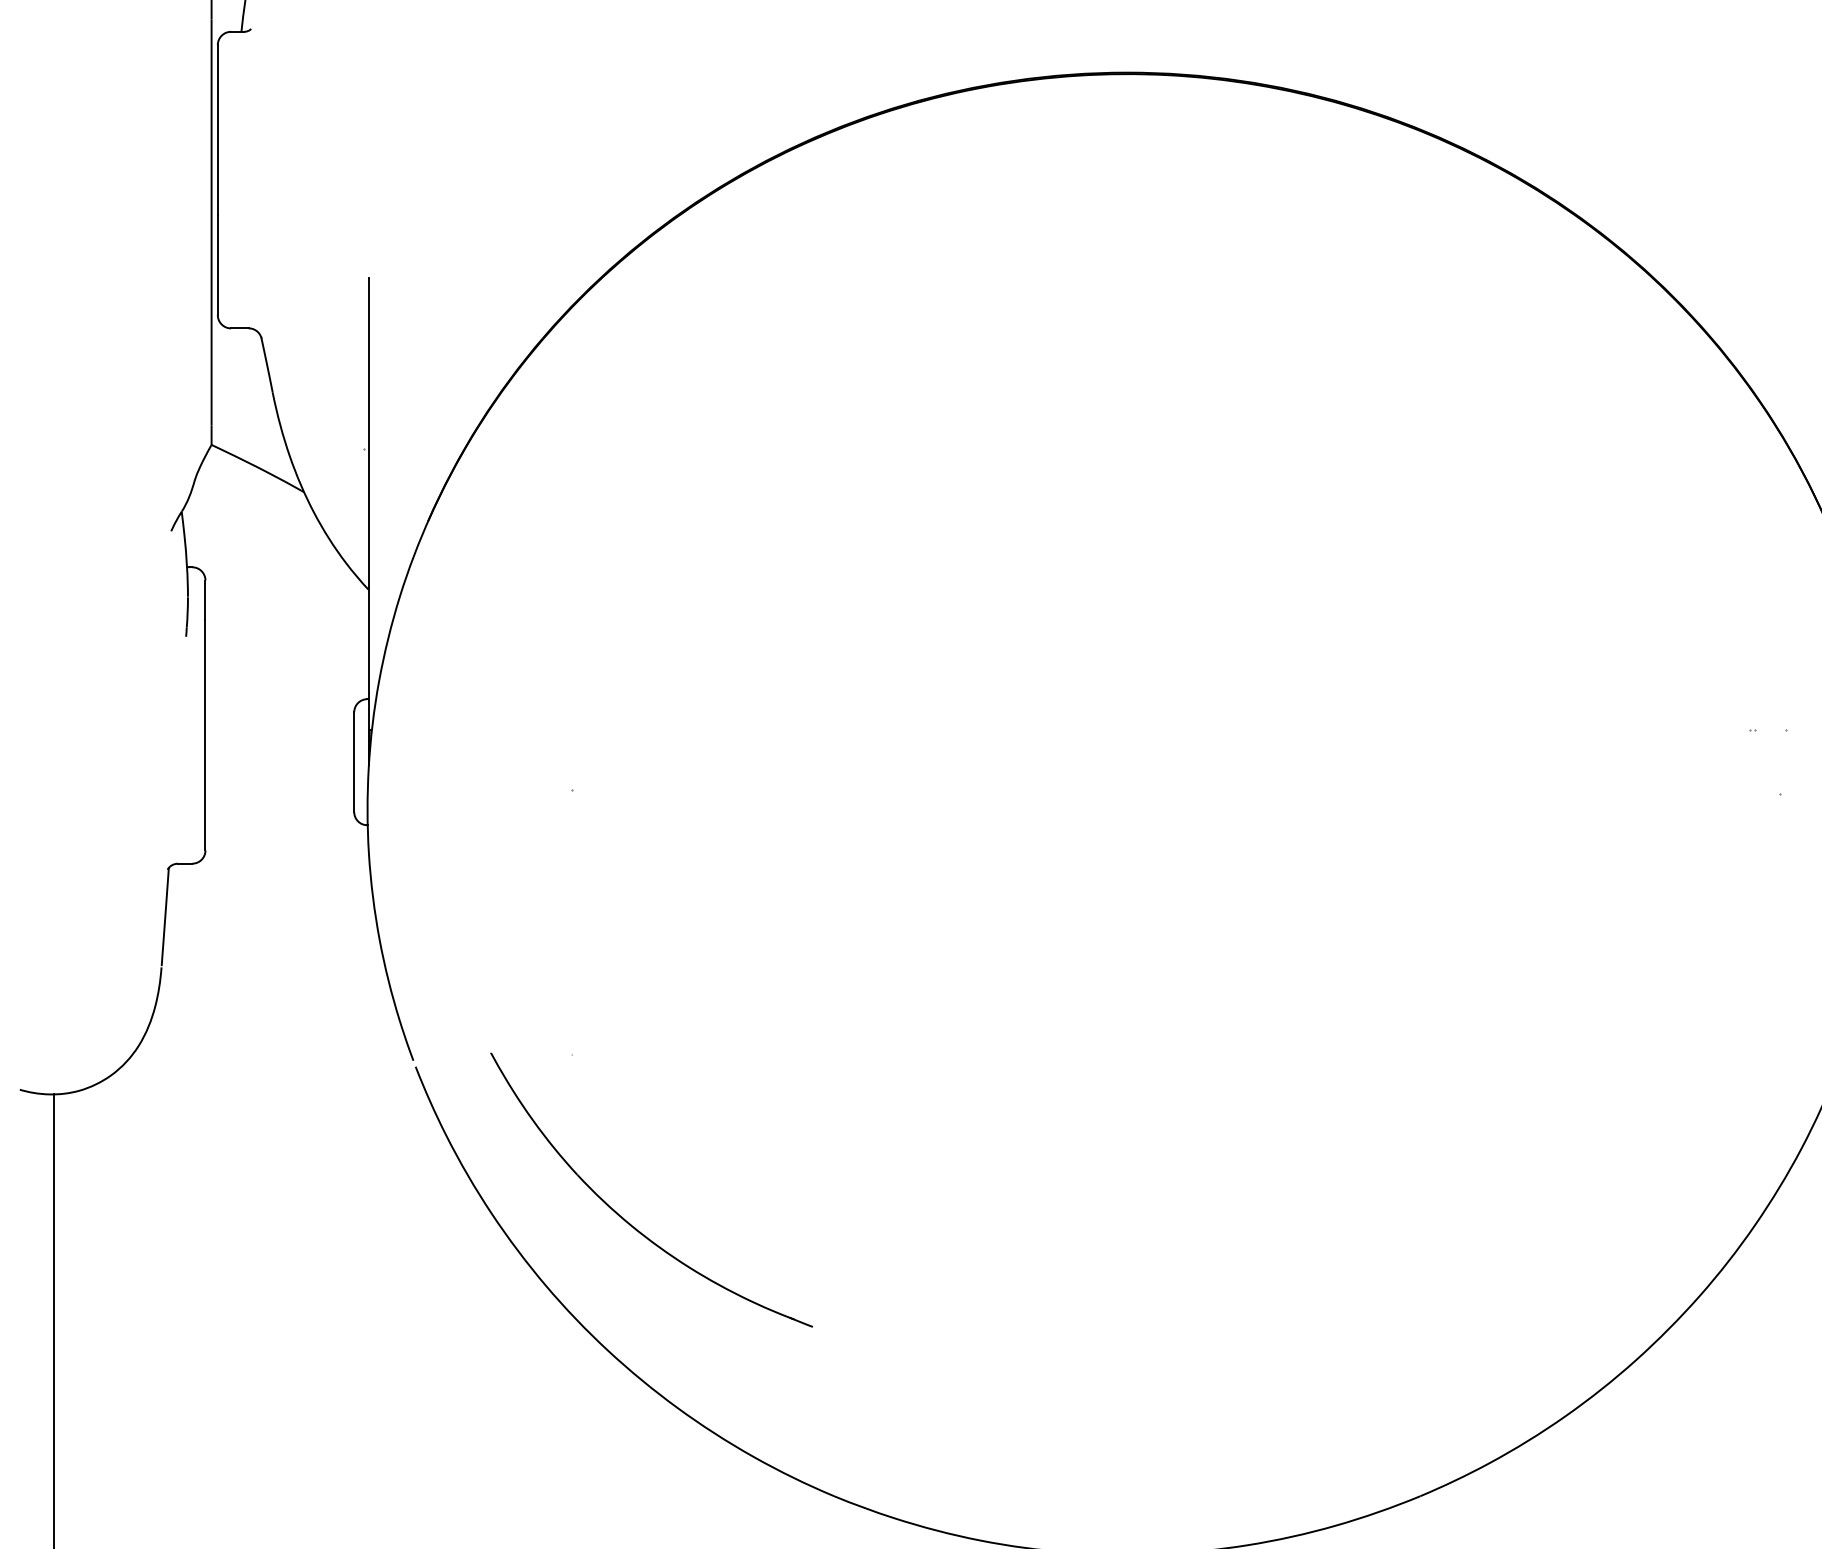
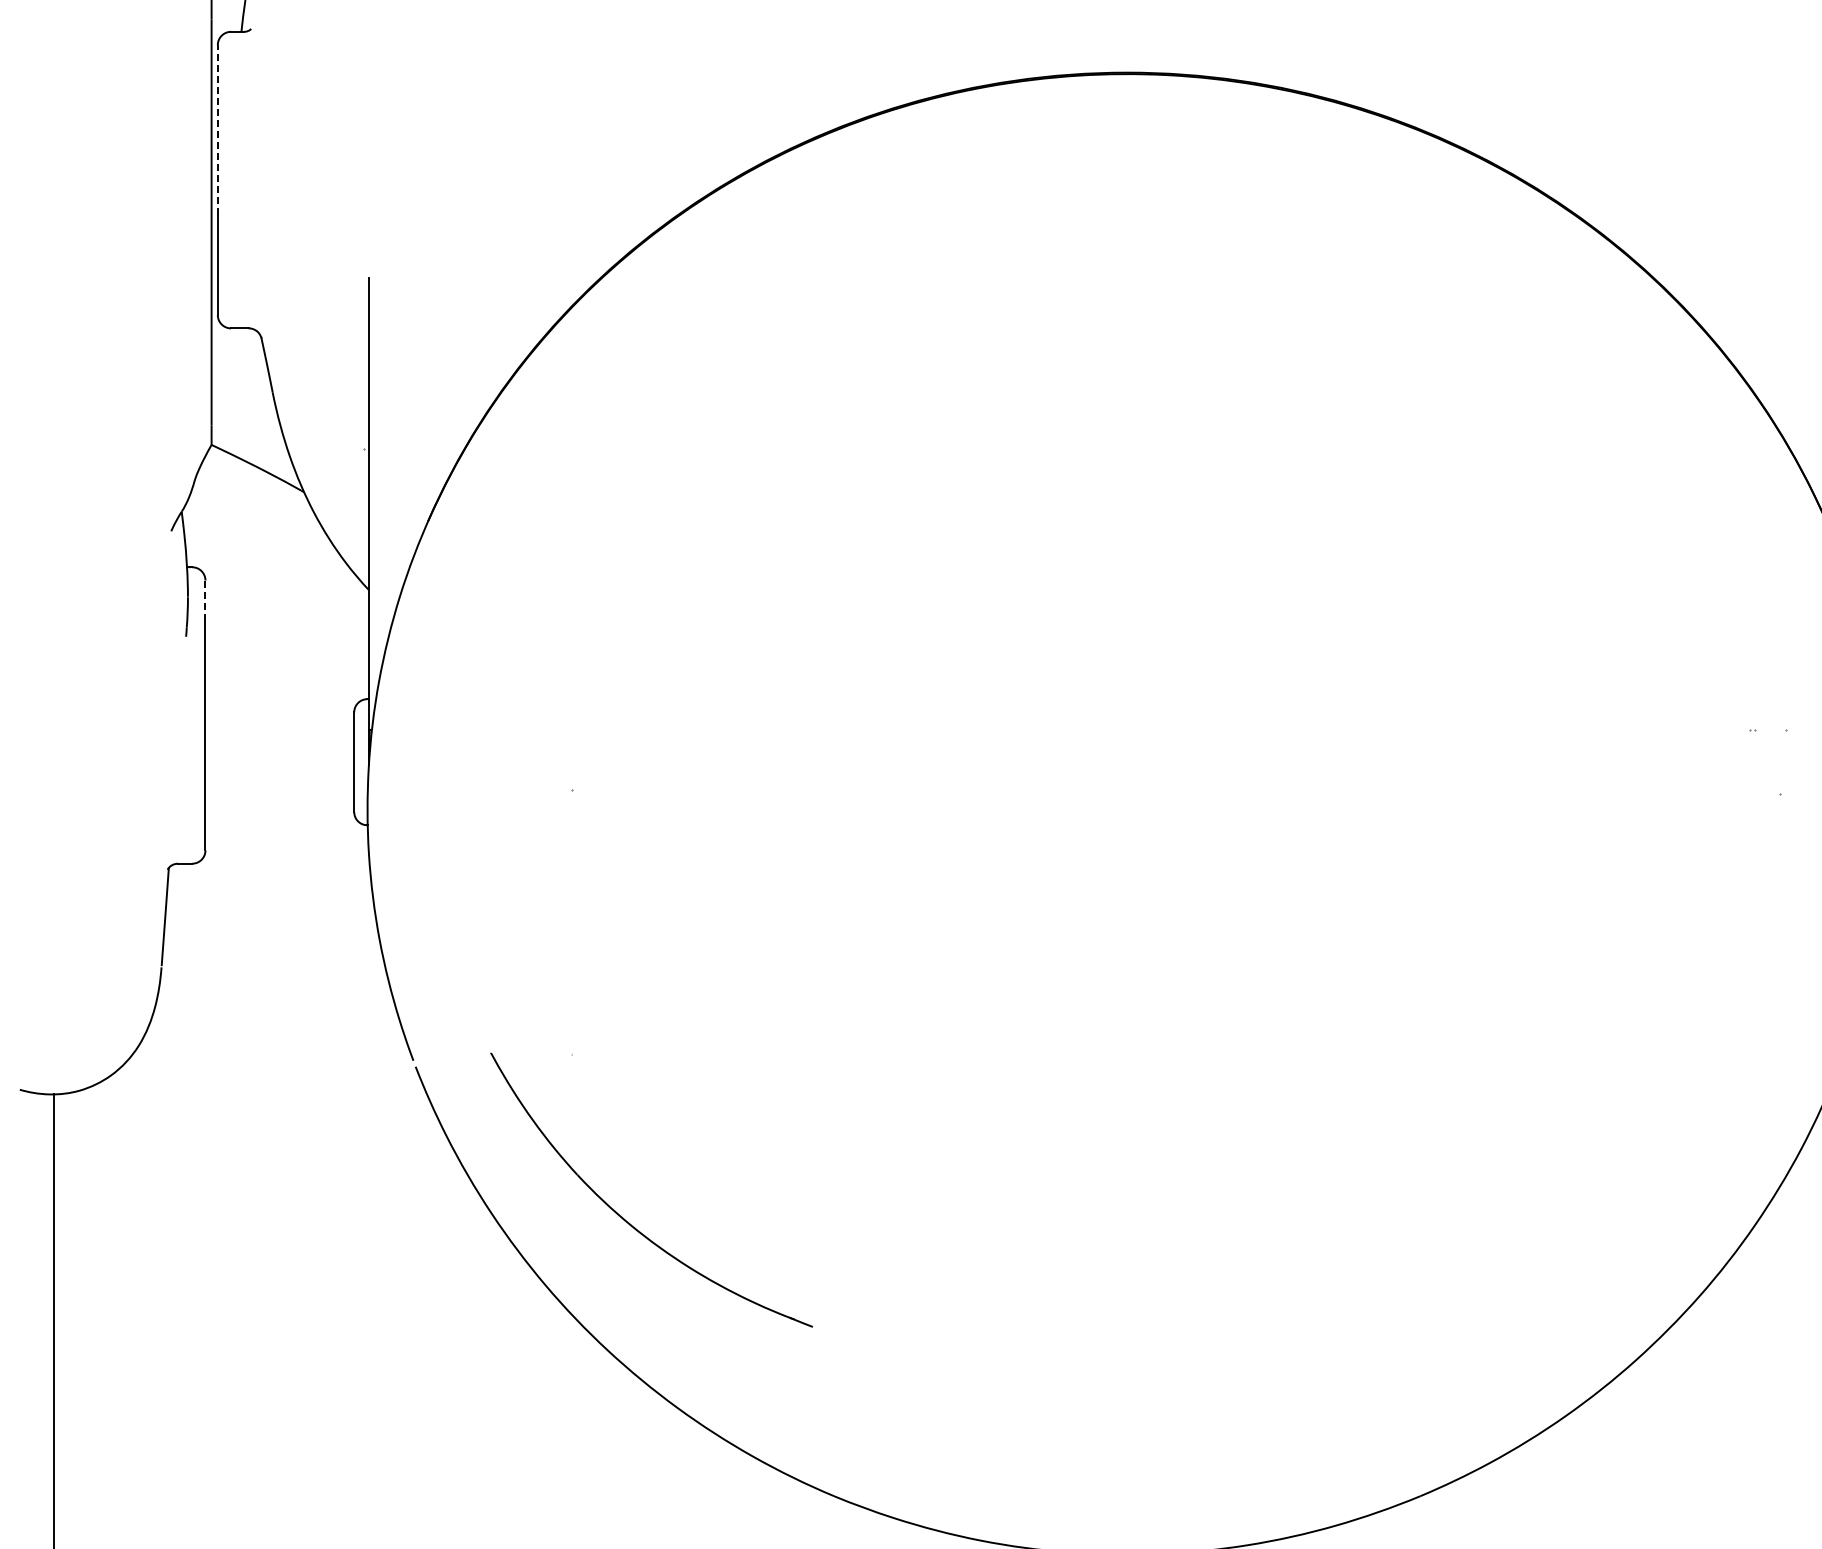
line at (217, 130): solid -> dashed
line at (205, 600): solid -> dashed
